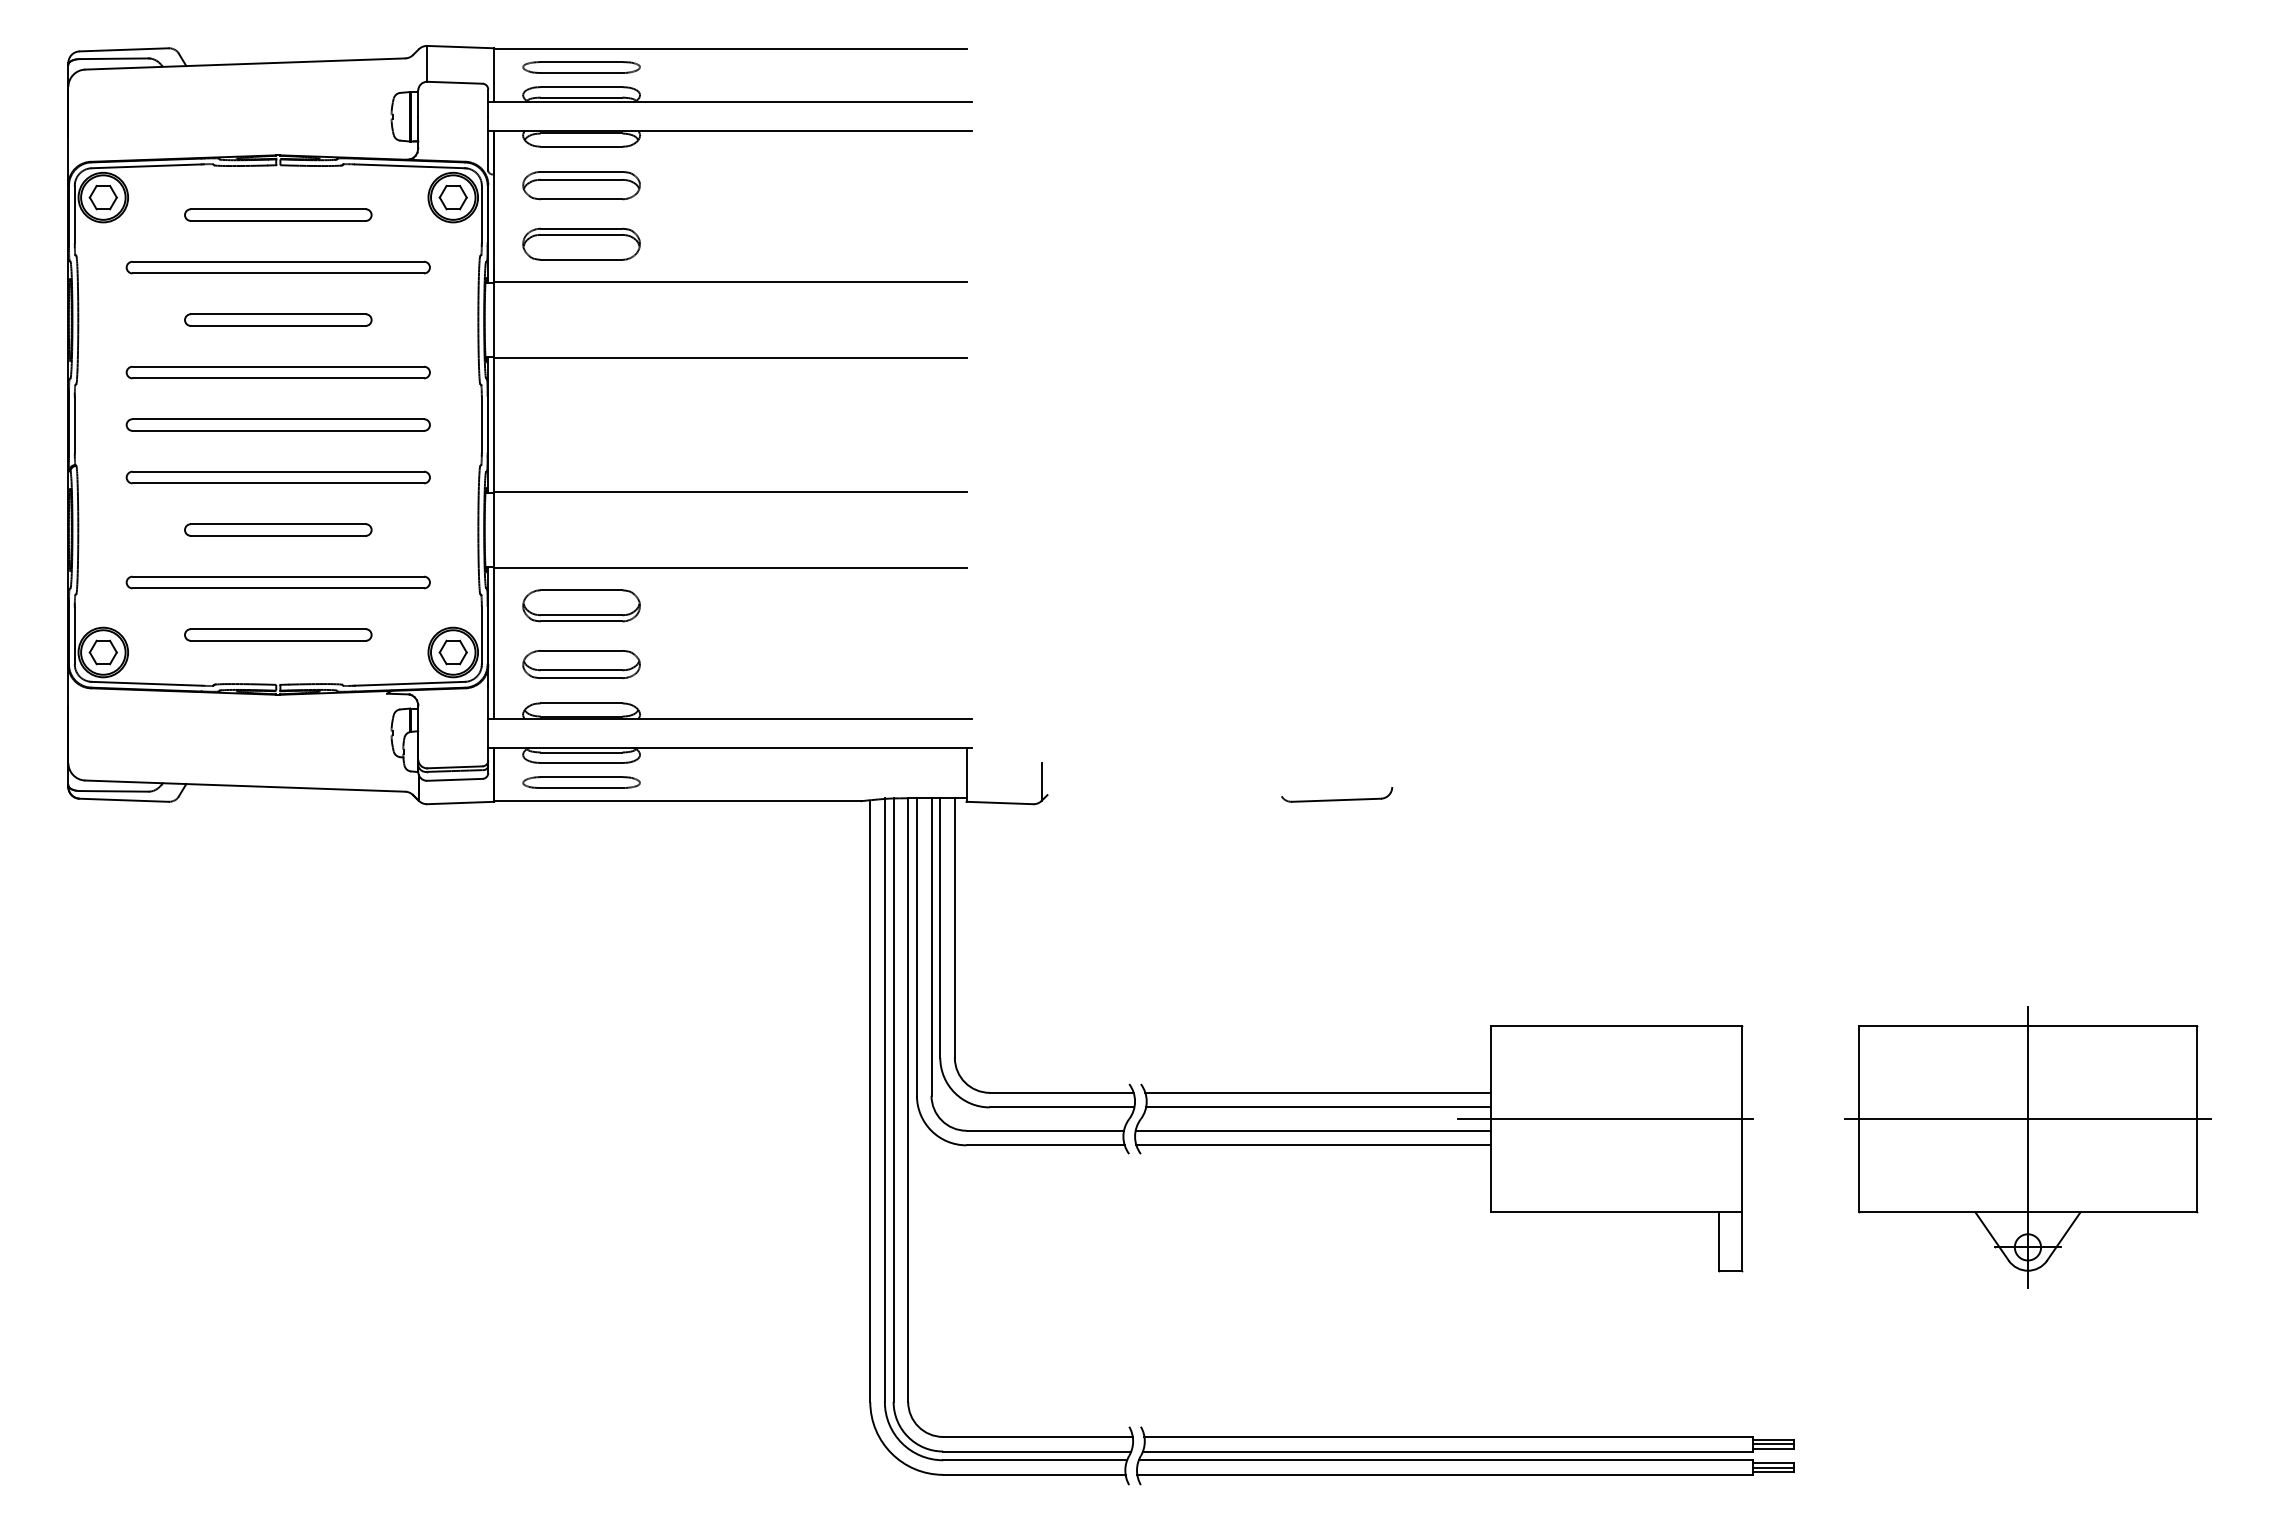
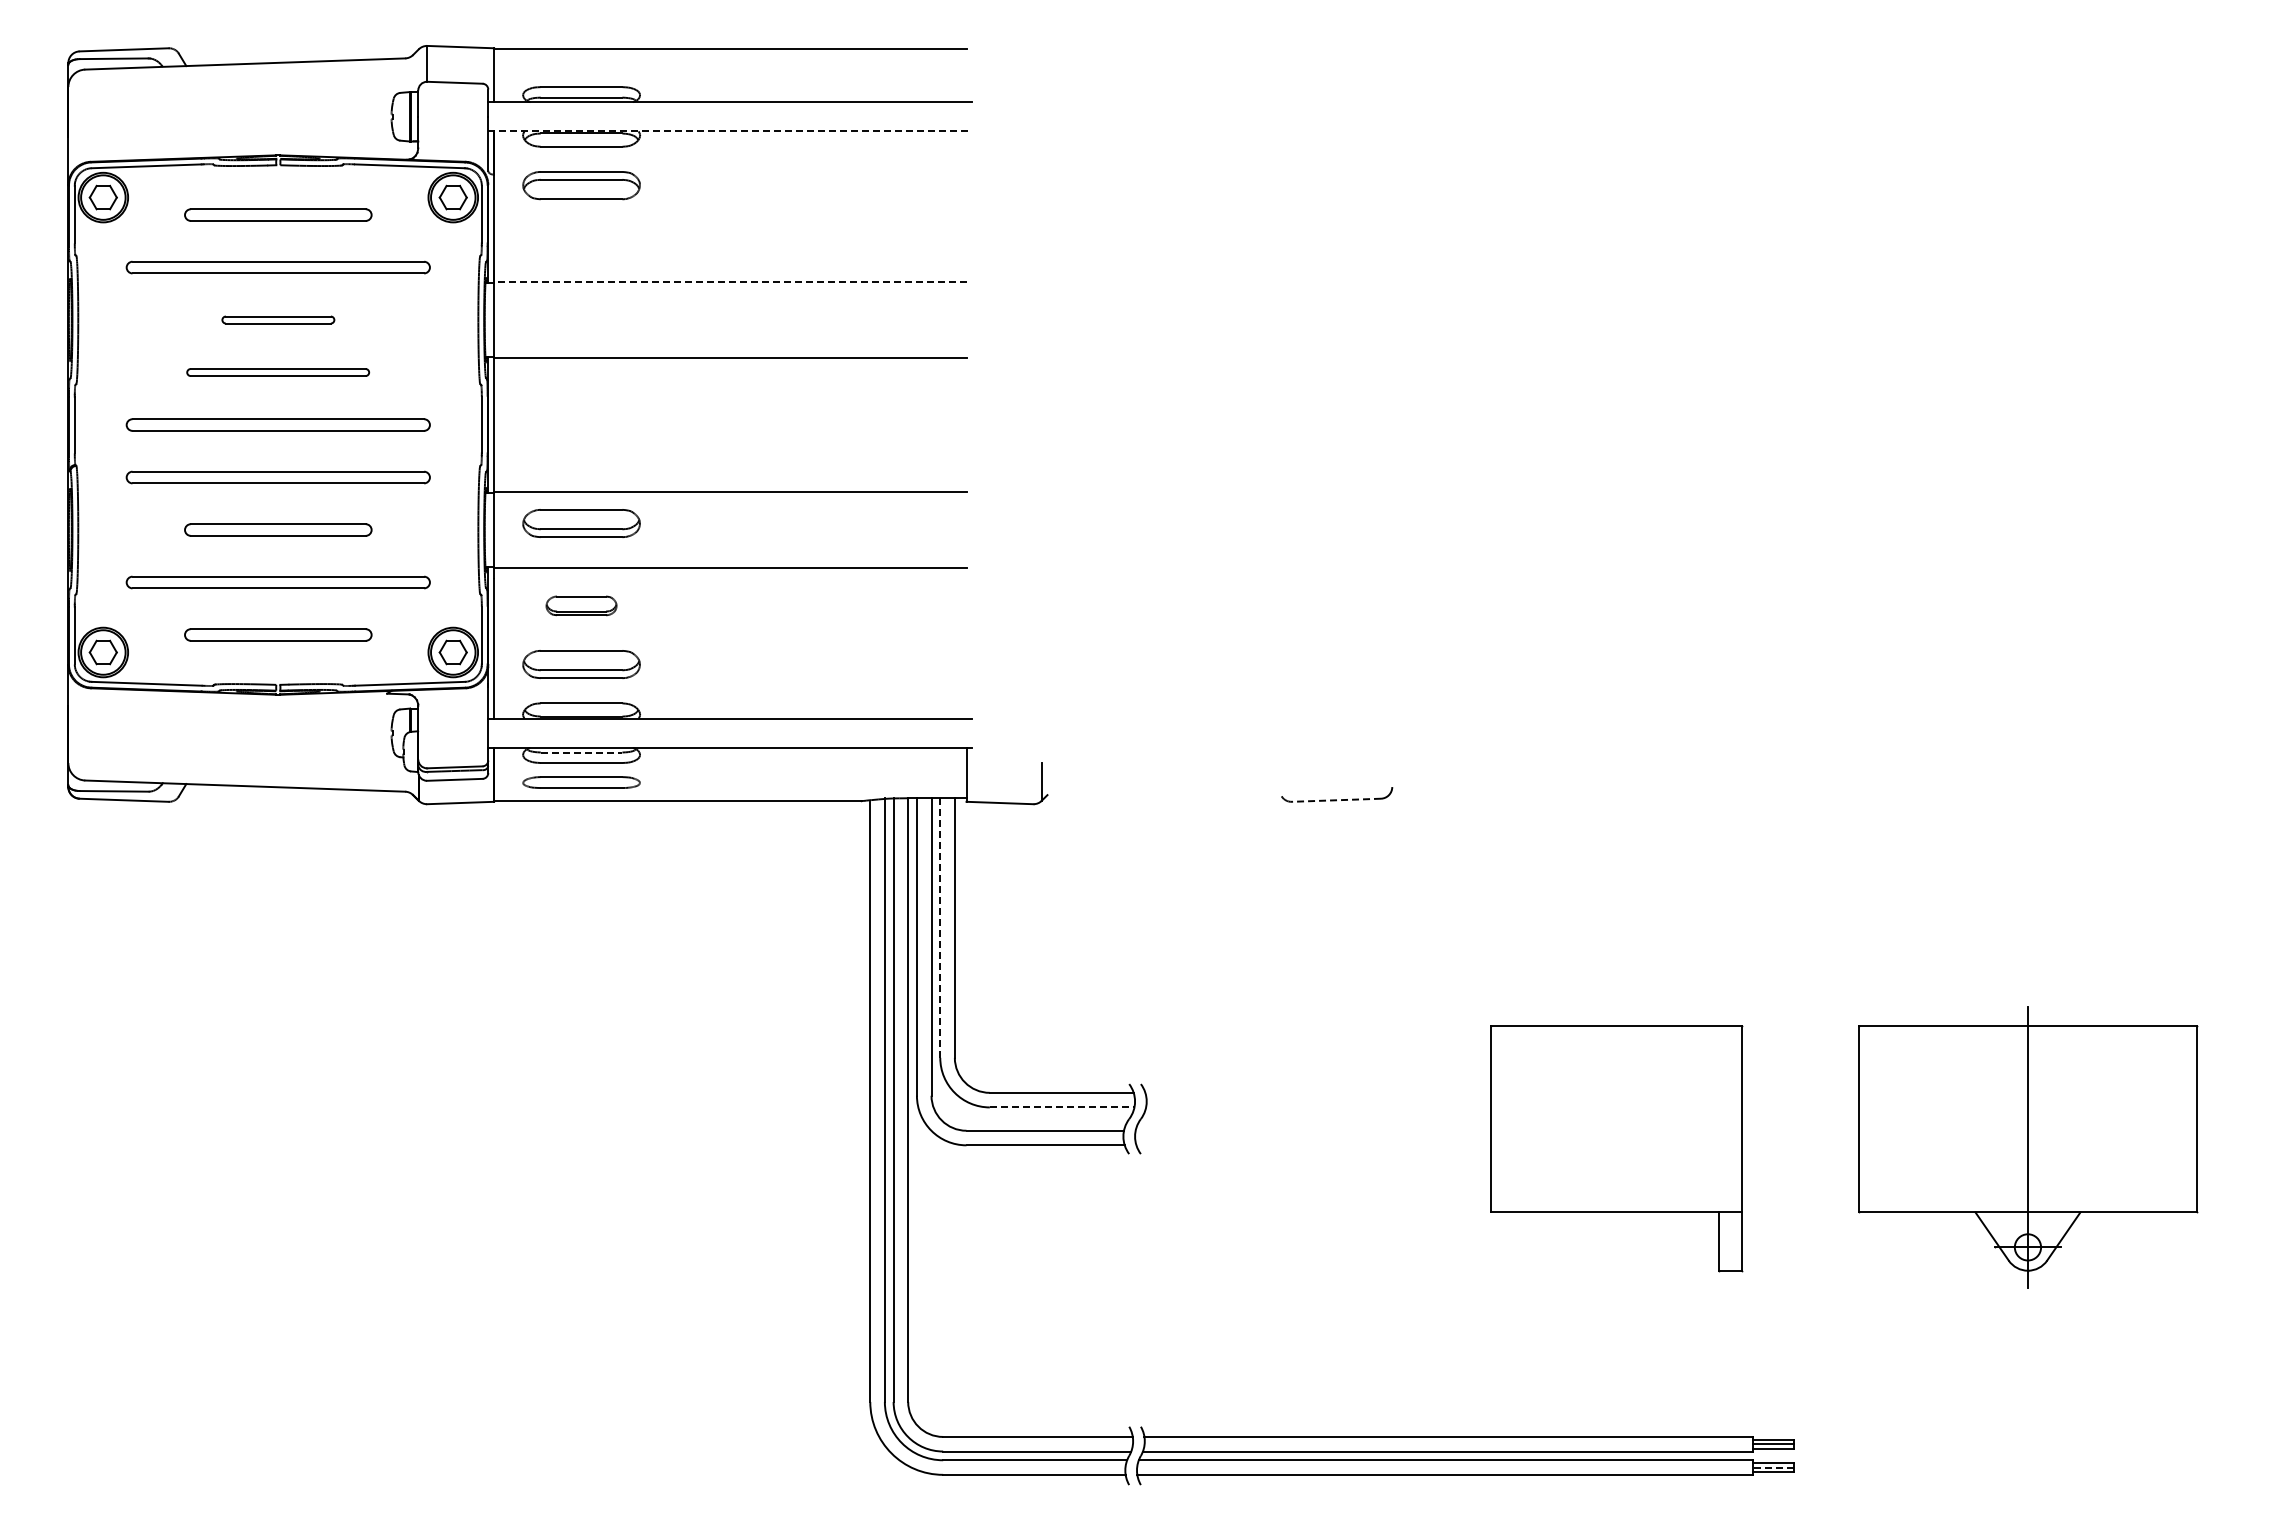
part at (581, 67): present -> none
line at (730, 131): solid -> dashed
part at (581, 243): present -> none
line at (729, 282): solid -> dashed
part at (278, 319) size: 189x14 px -> 115x10 px
part at (277, 372) size: 306x15 px -> 185x9 px
part at (581, 523): none -> present
part at (581, 605) size: 119x34 px -> 73x22 px
line at (581, 752): solid -> dashed
line at (1336, 800): solid -> dashed
line at (940, 928): solid -> dashed
line at (1318, 1092): present -> none
line at (1062, 1107): solid -> dashed
line at (1318, 1107): present -> none
line at (1605, 1119): present -> none
line at (2027, 1119): present -> none
line at (1313, 1130): present -> none
line at (1313, 1145): present -> none
line at (1773, 1467): solid -> dashed
